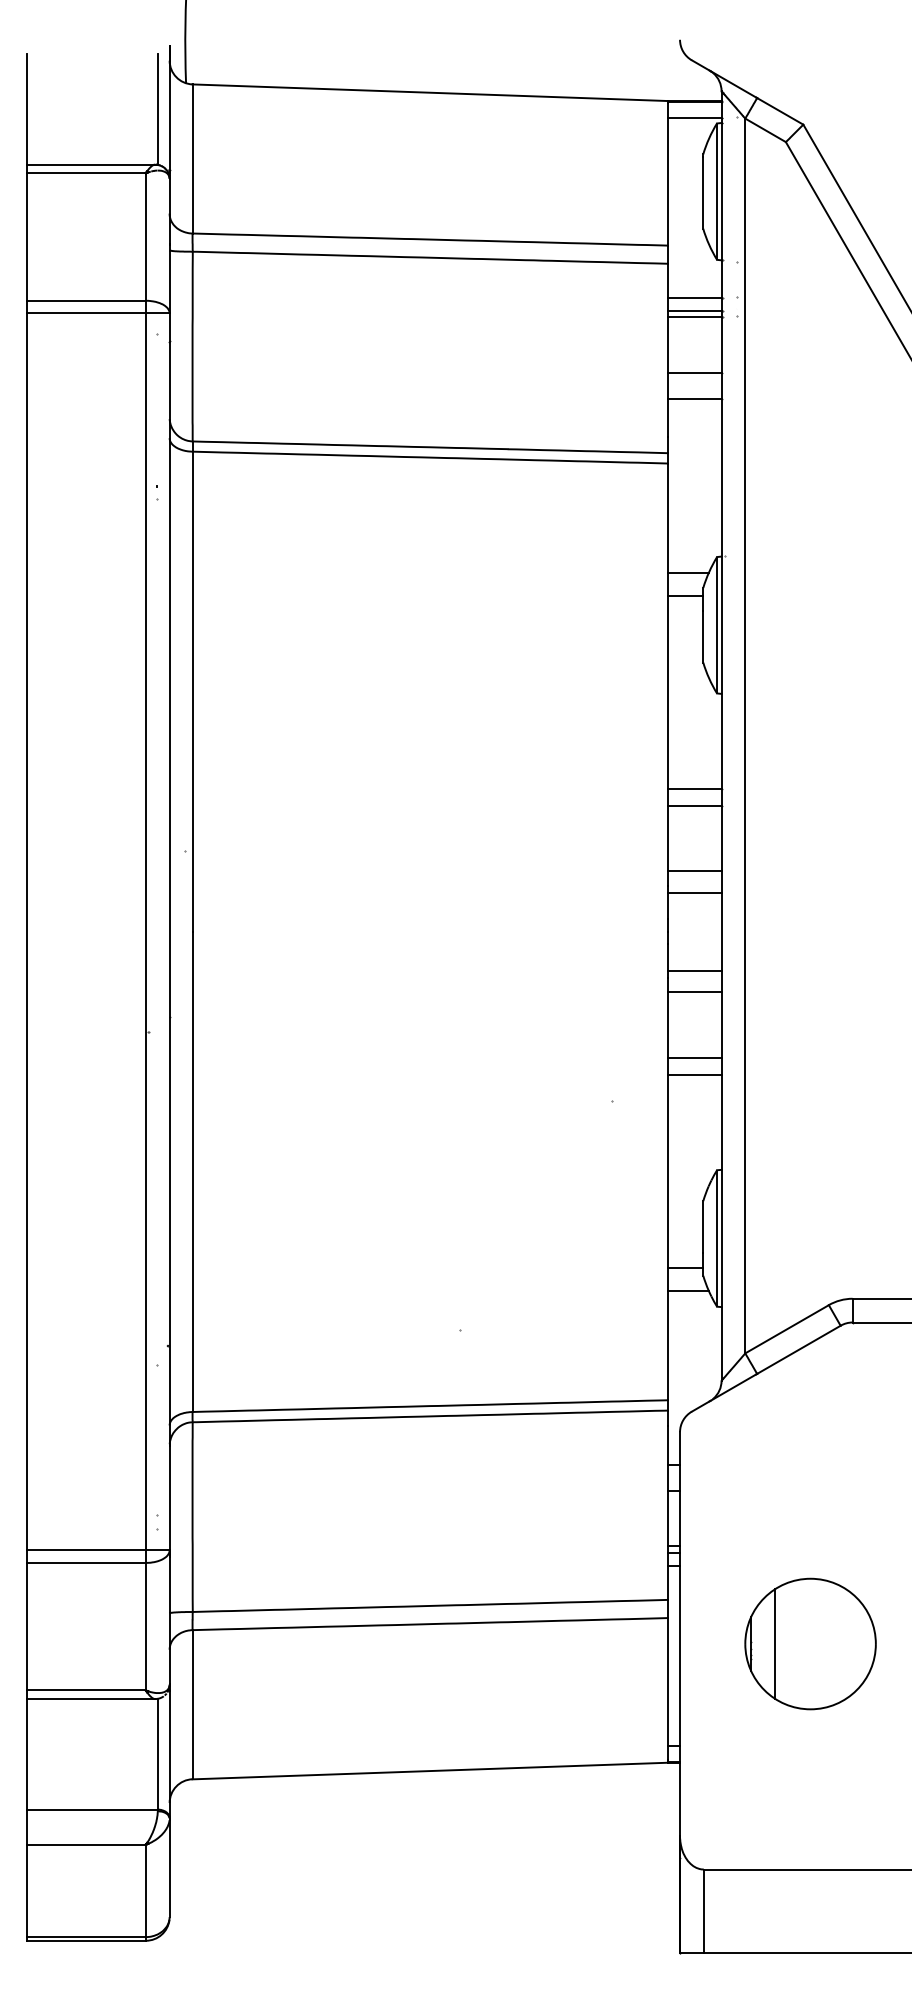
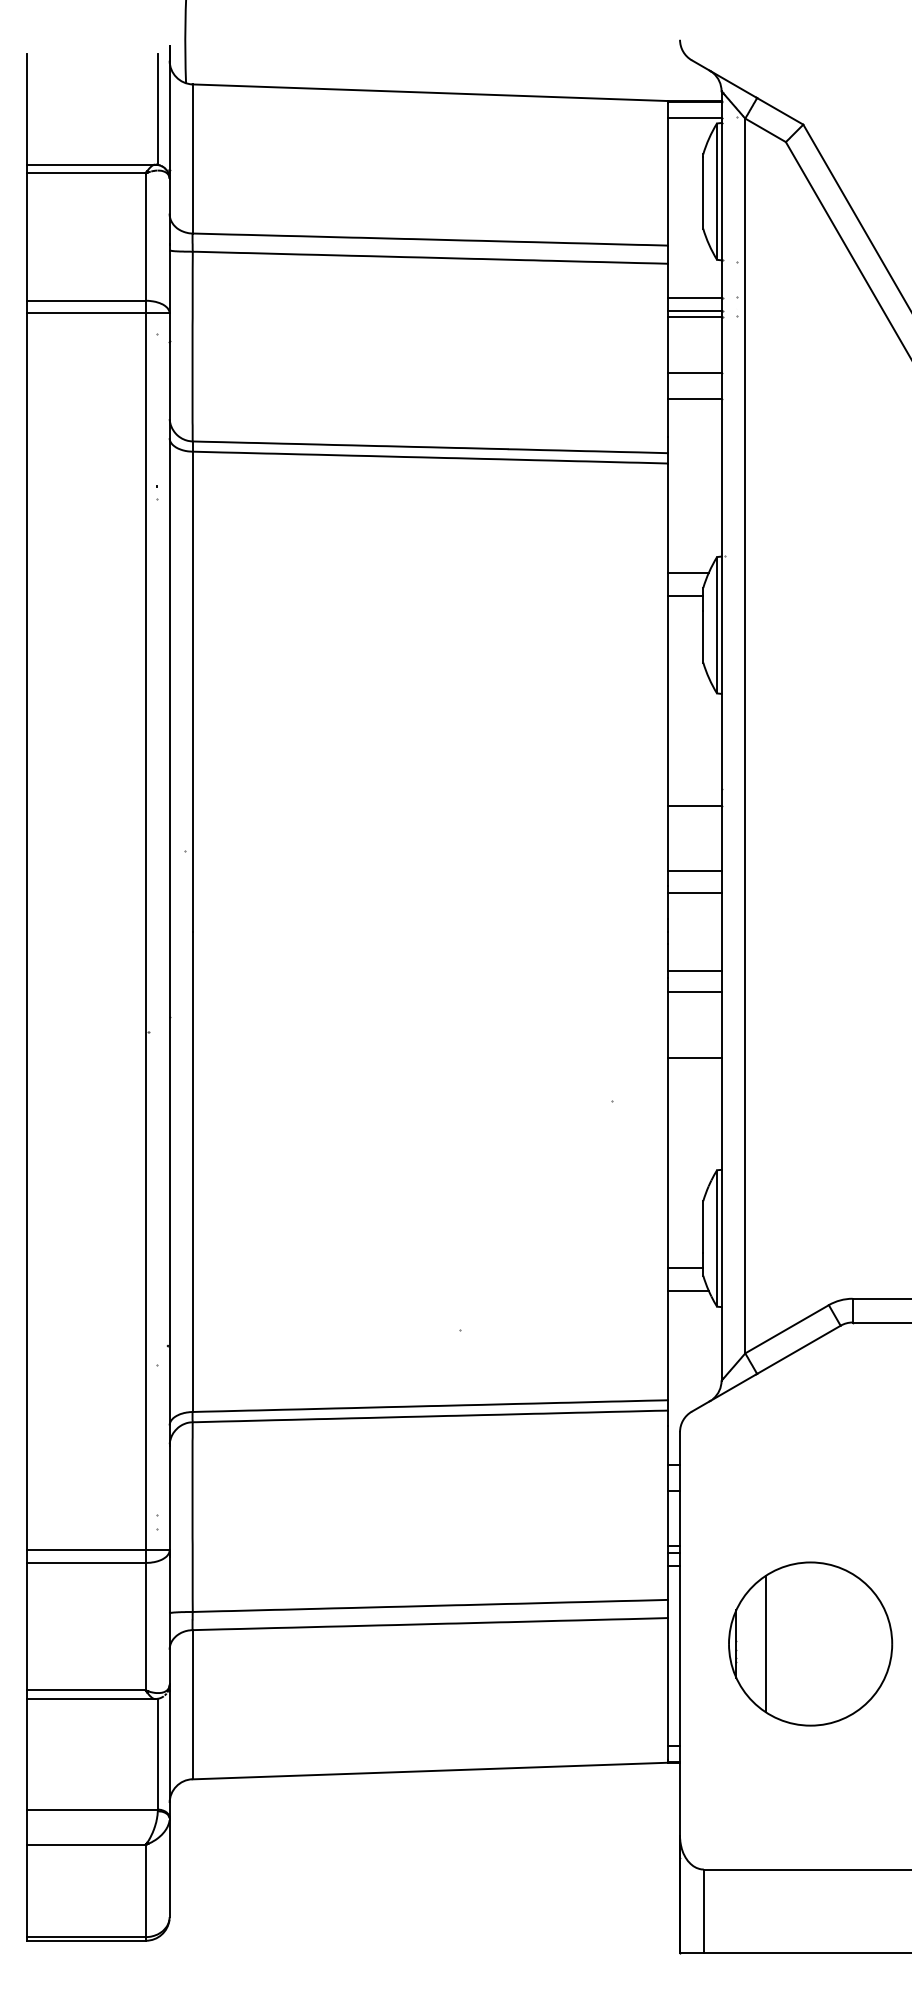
line at (694, 788): present -> none
line at (694, 1074): present -> none
part at (810, 1643) size: 133x134 px -> 166x166 px
